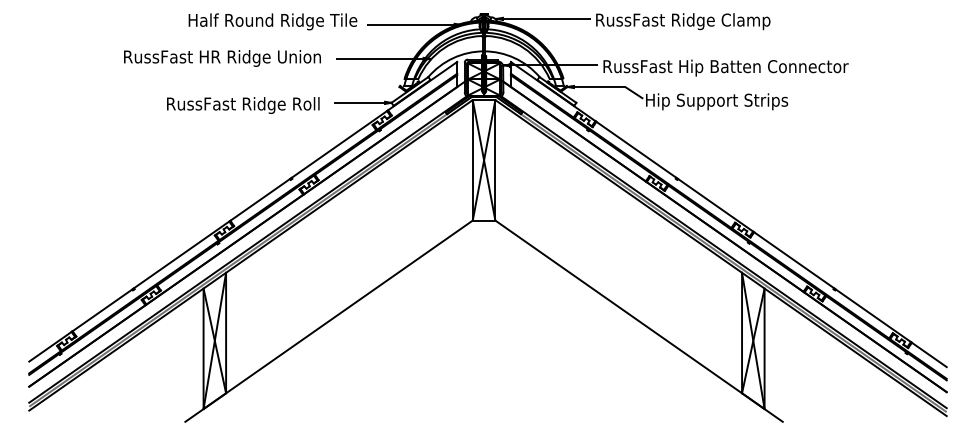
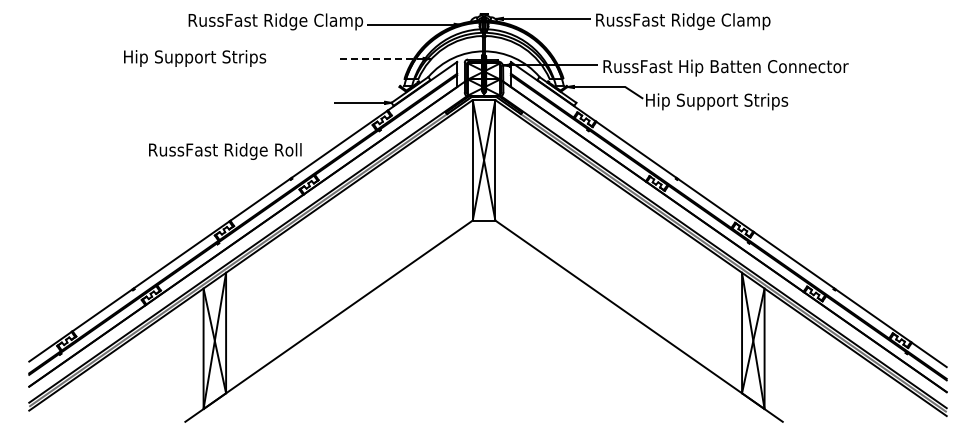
text at (276, 21): Half Round Ridge Tile -> RussFast Ridge Clamp
text at (222, 58): RussFast HR Ridge Union -> Hip Support Strips
line at (379, 58): solid -> dashed
text at (243, 105) position: (243, 105) -> (225, 151)
